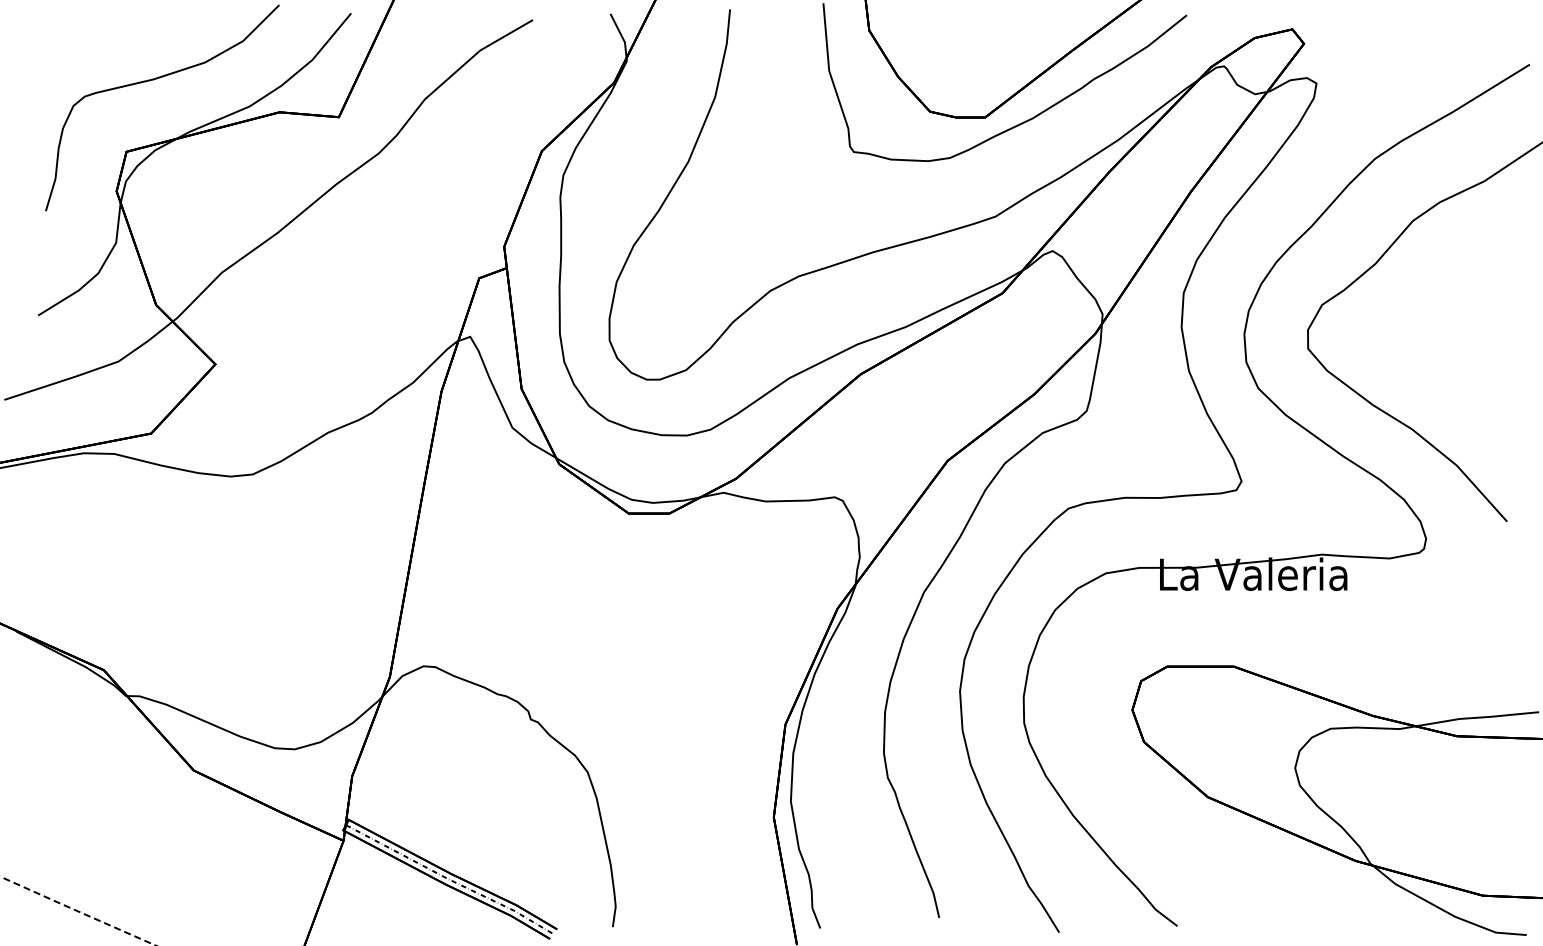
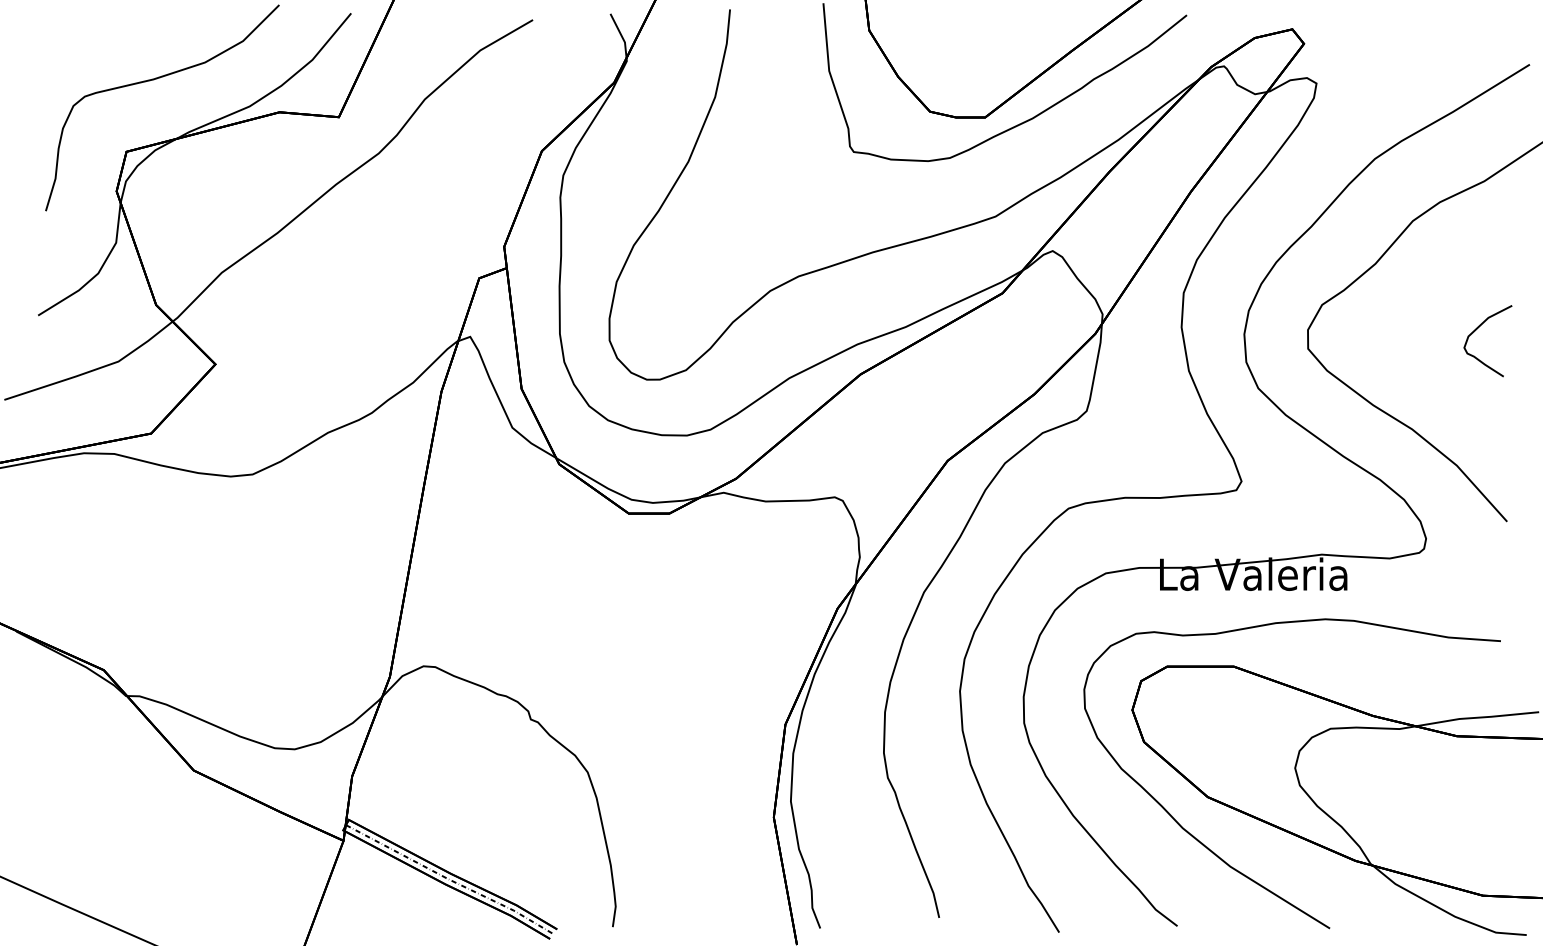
curve at (1476, 330): none -> present
curve at (1223, 859): none -> present
line at (78, 911): dashed -> solid
